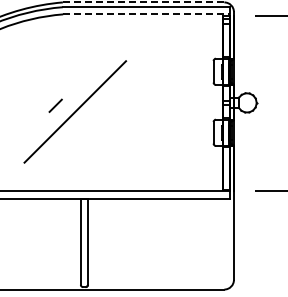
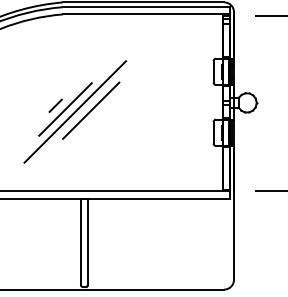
line at (143, 2): dashed -> solid
line at (146, 14): dashed -> solid
line at (65, 109): none -> present
line at (91, 110): none -> present
